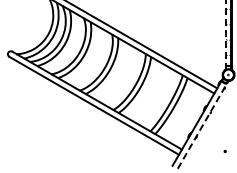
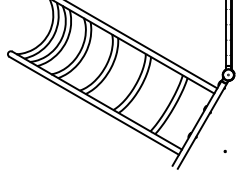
line at (225, 34): dashed -> solid
line at (203, 124): dashed -> solid
